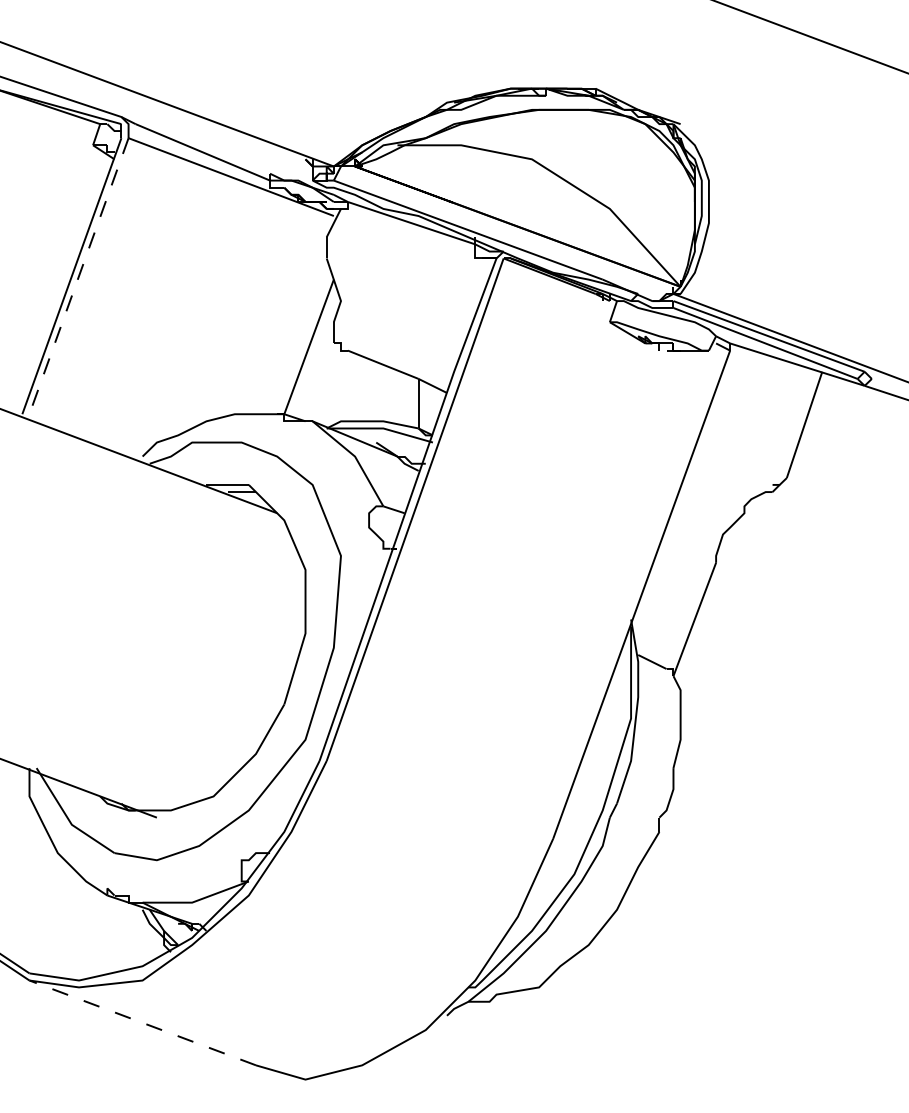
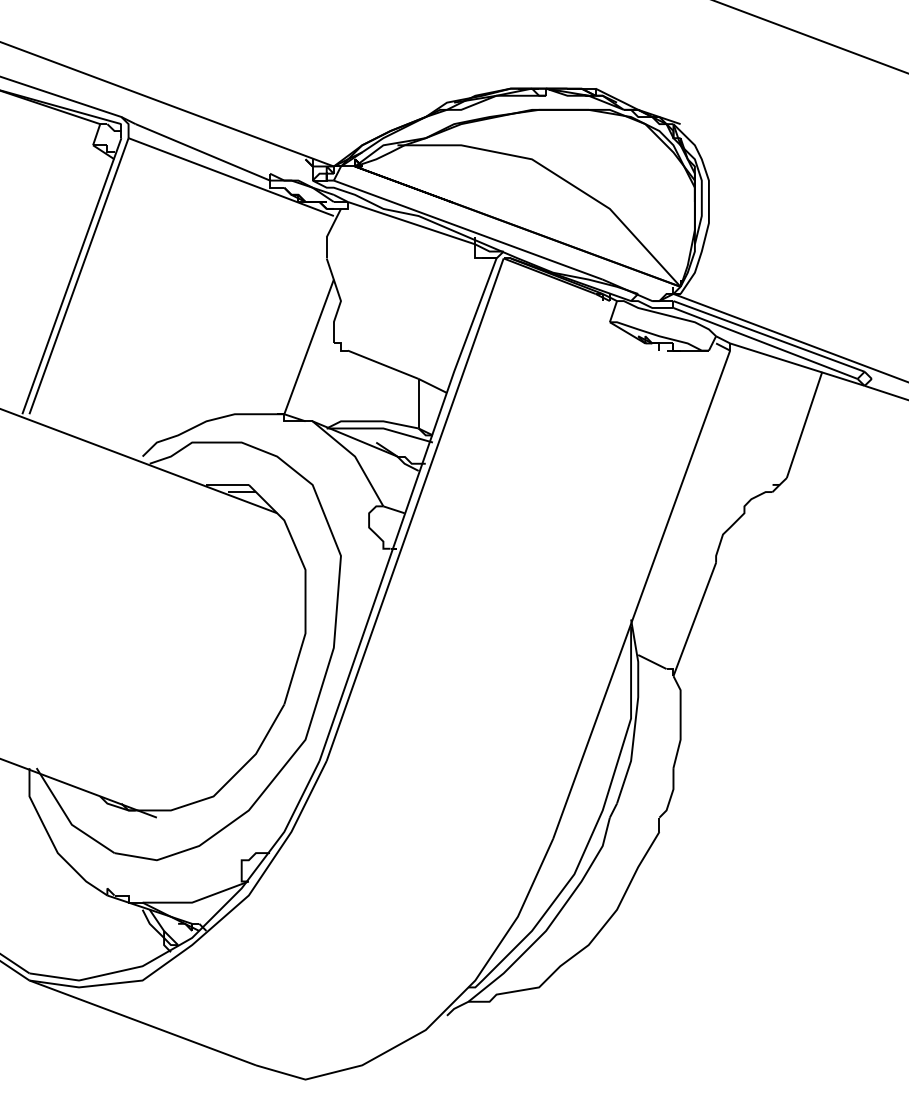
line at (79, 276): dashed -> solid
line at (142, 1022): dashed -> solid
